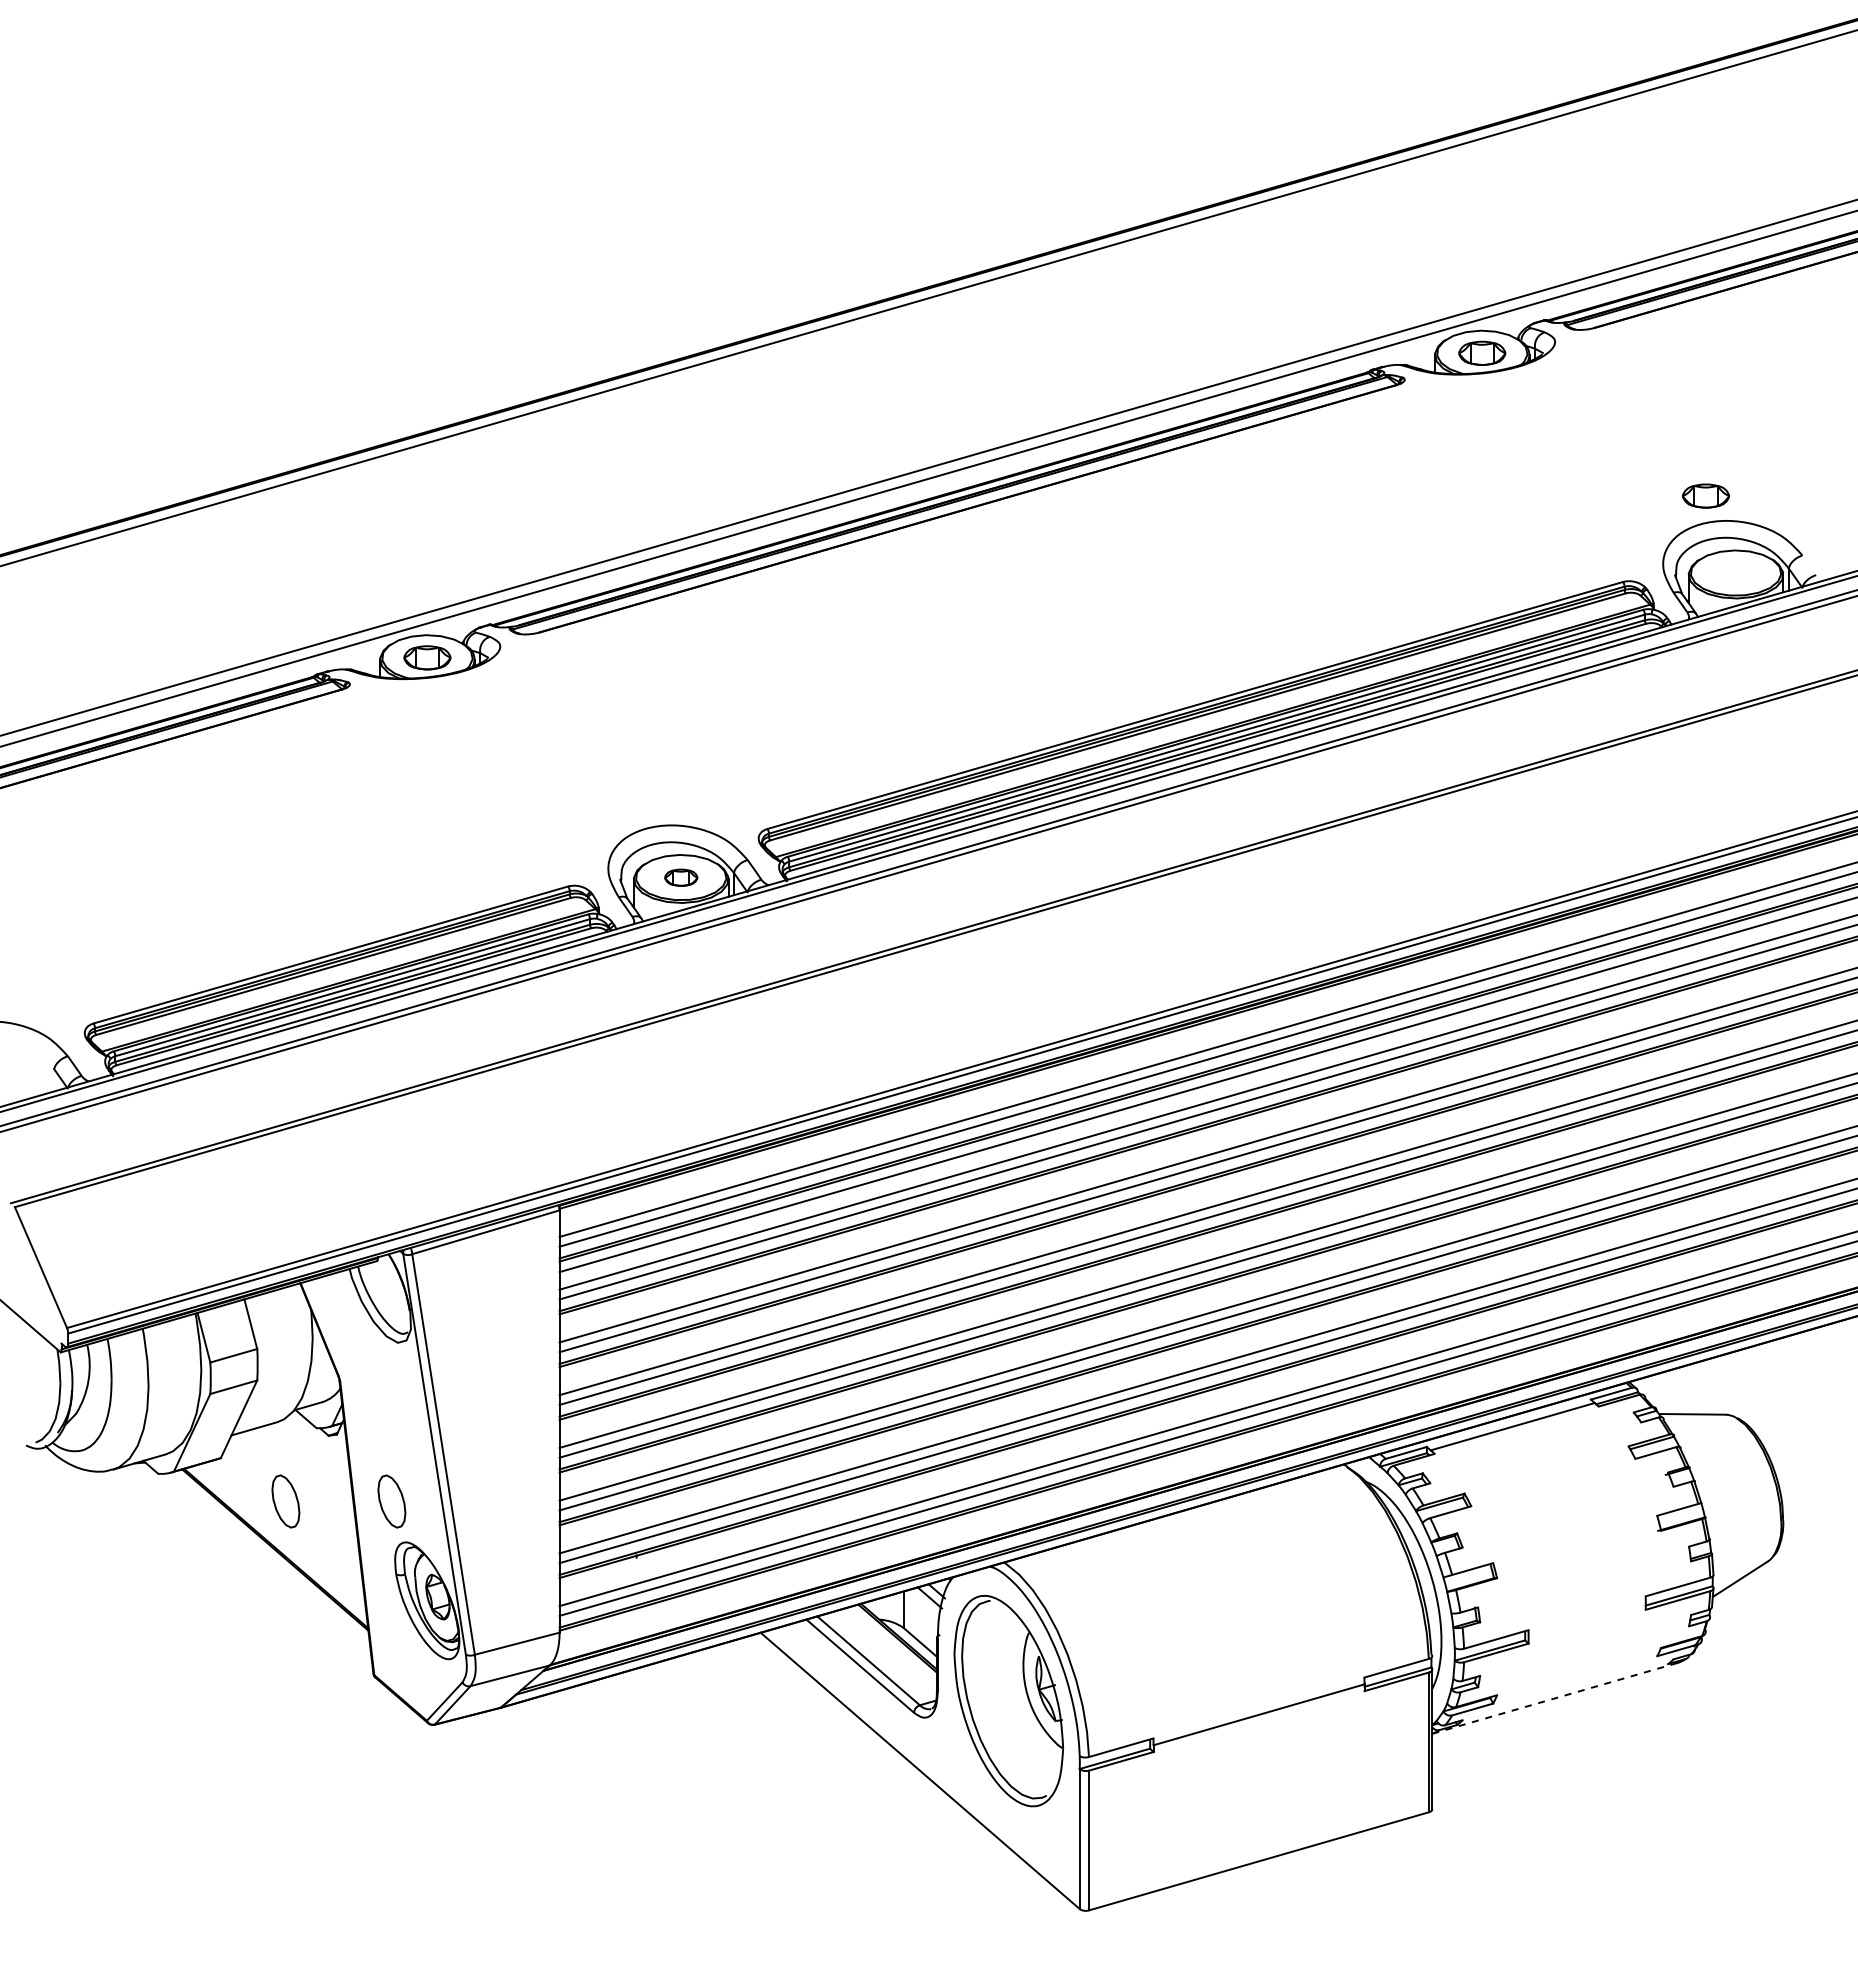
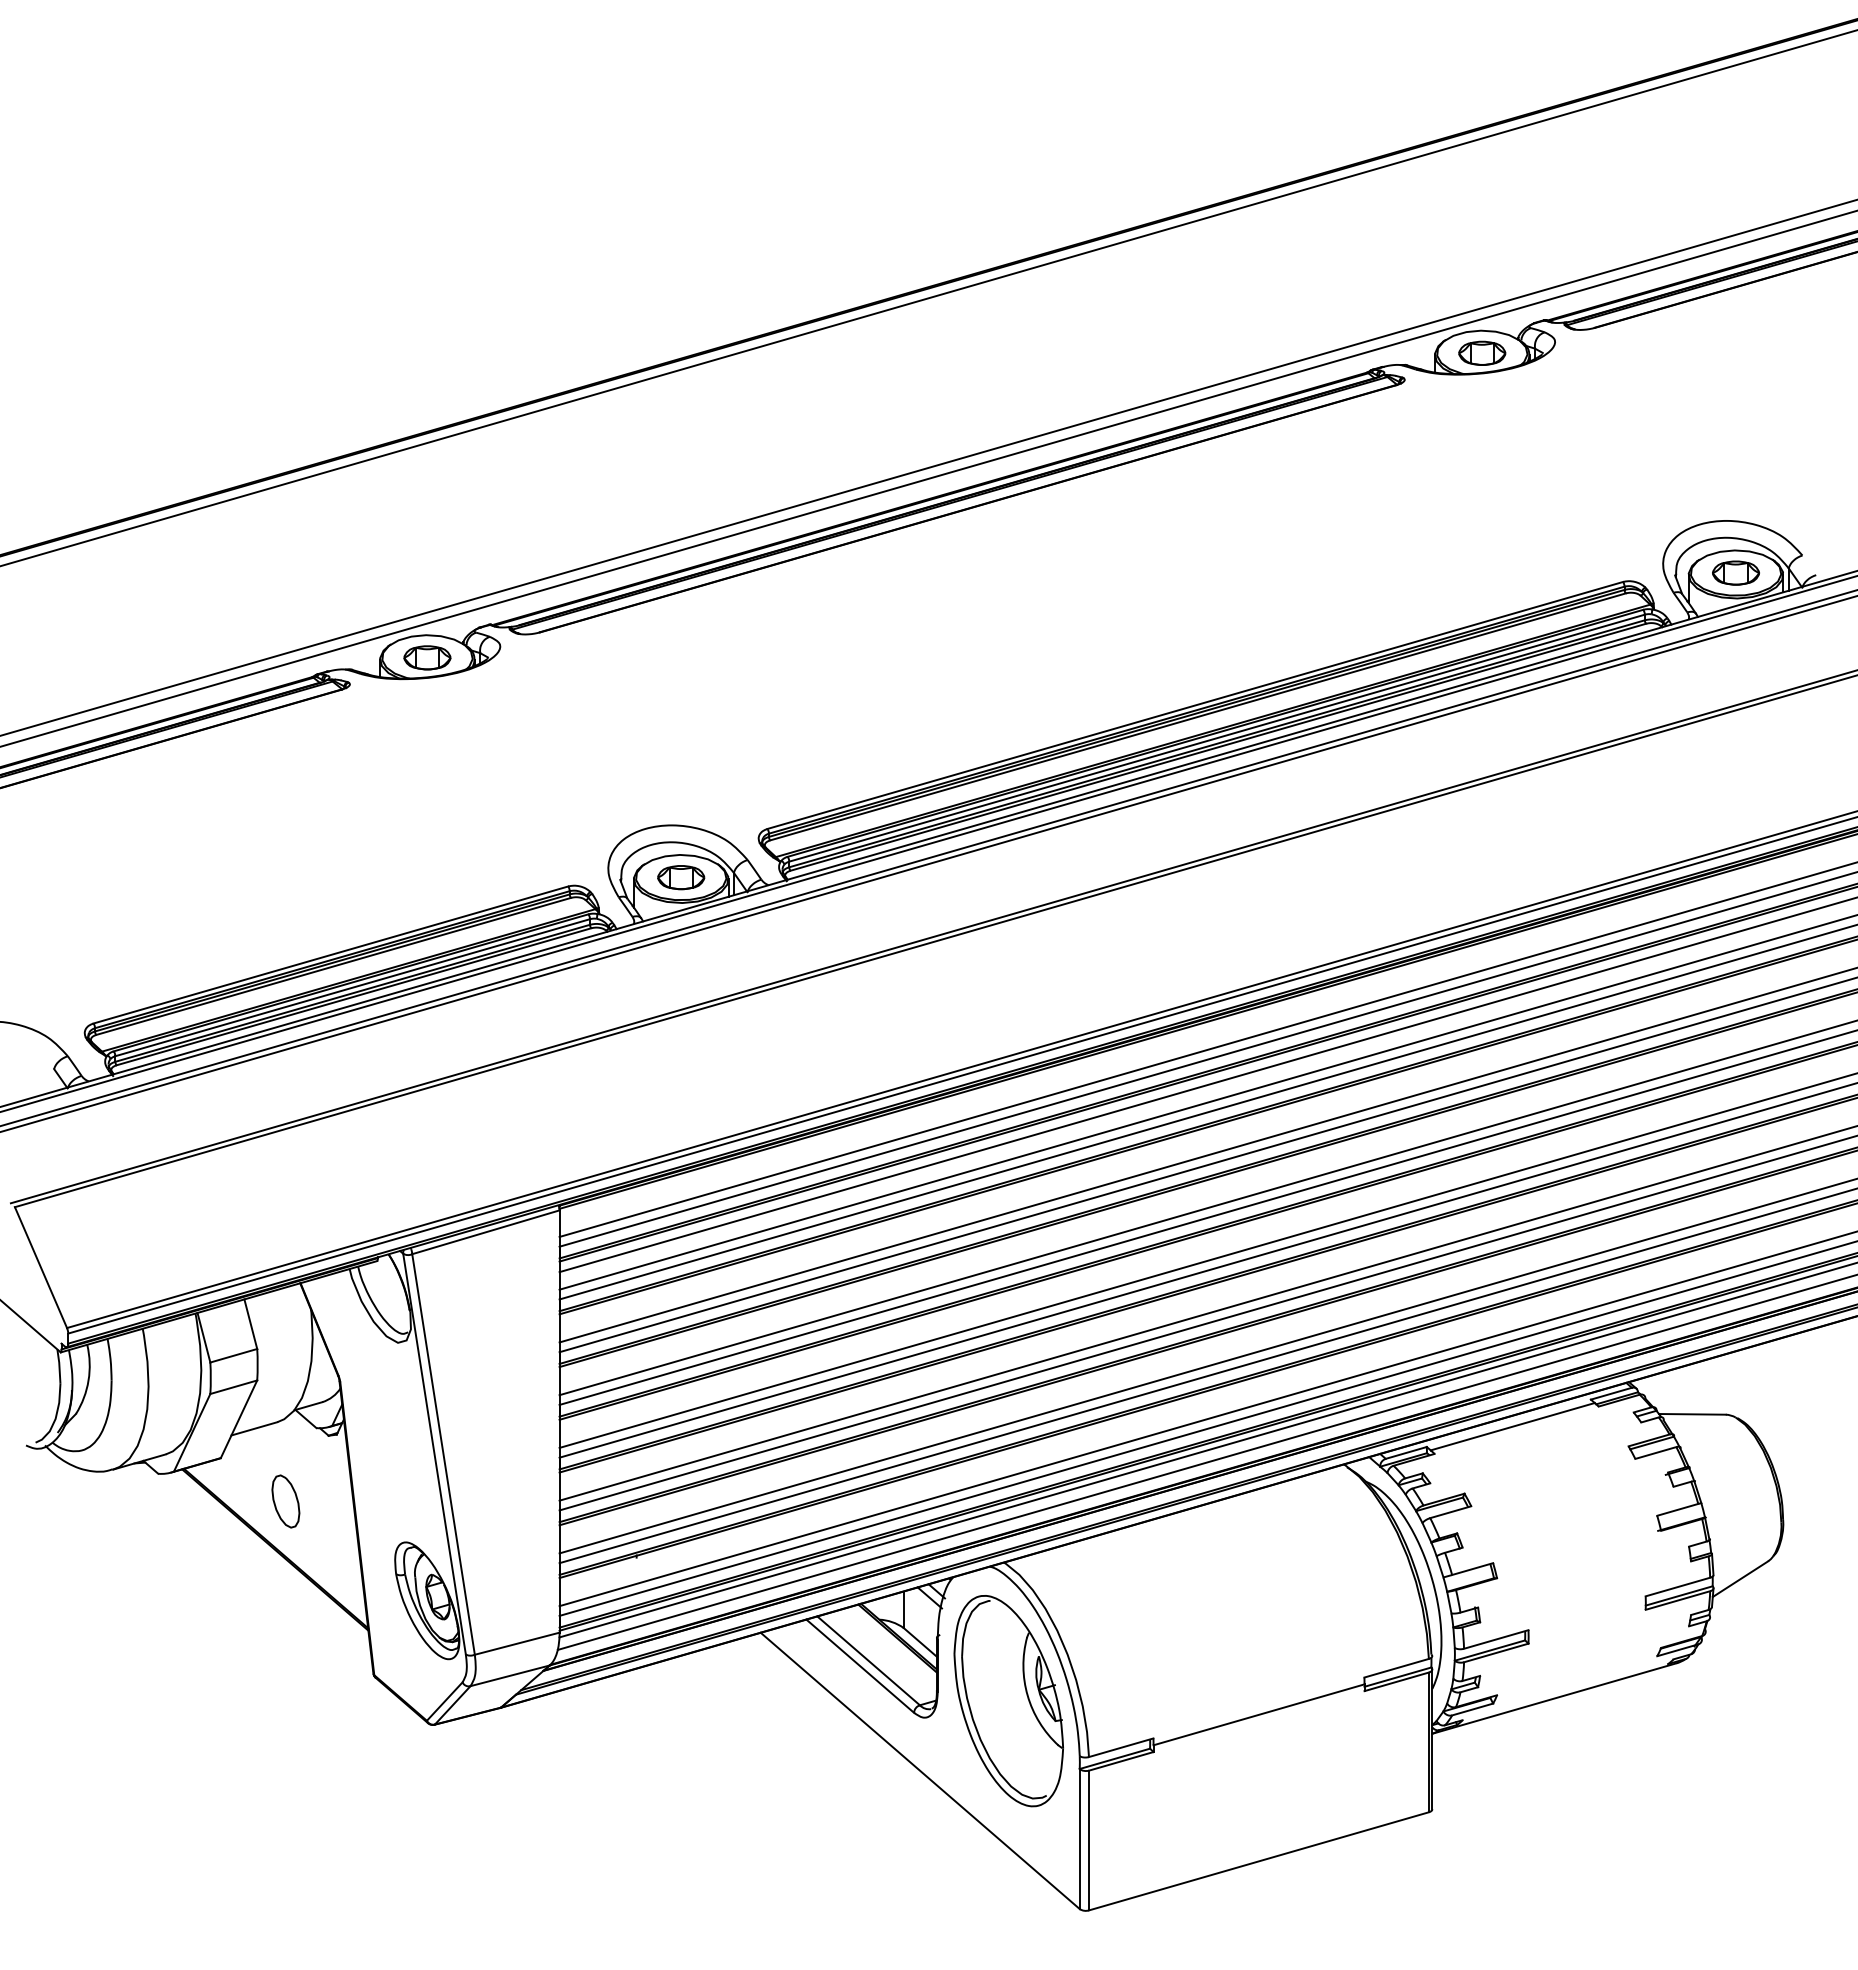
part at (1705, 495) position: (1705, 495) -> (1735, 572)
part at (681, 877) size: 35x19 px -> 49x26 px
line at (1206, 1450): none -> present
line at (1205, 1462): none -> present
part at (391, 1501): present -> none
line at (1555, 1698): dashed -> solid
